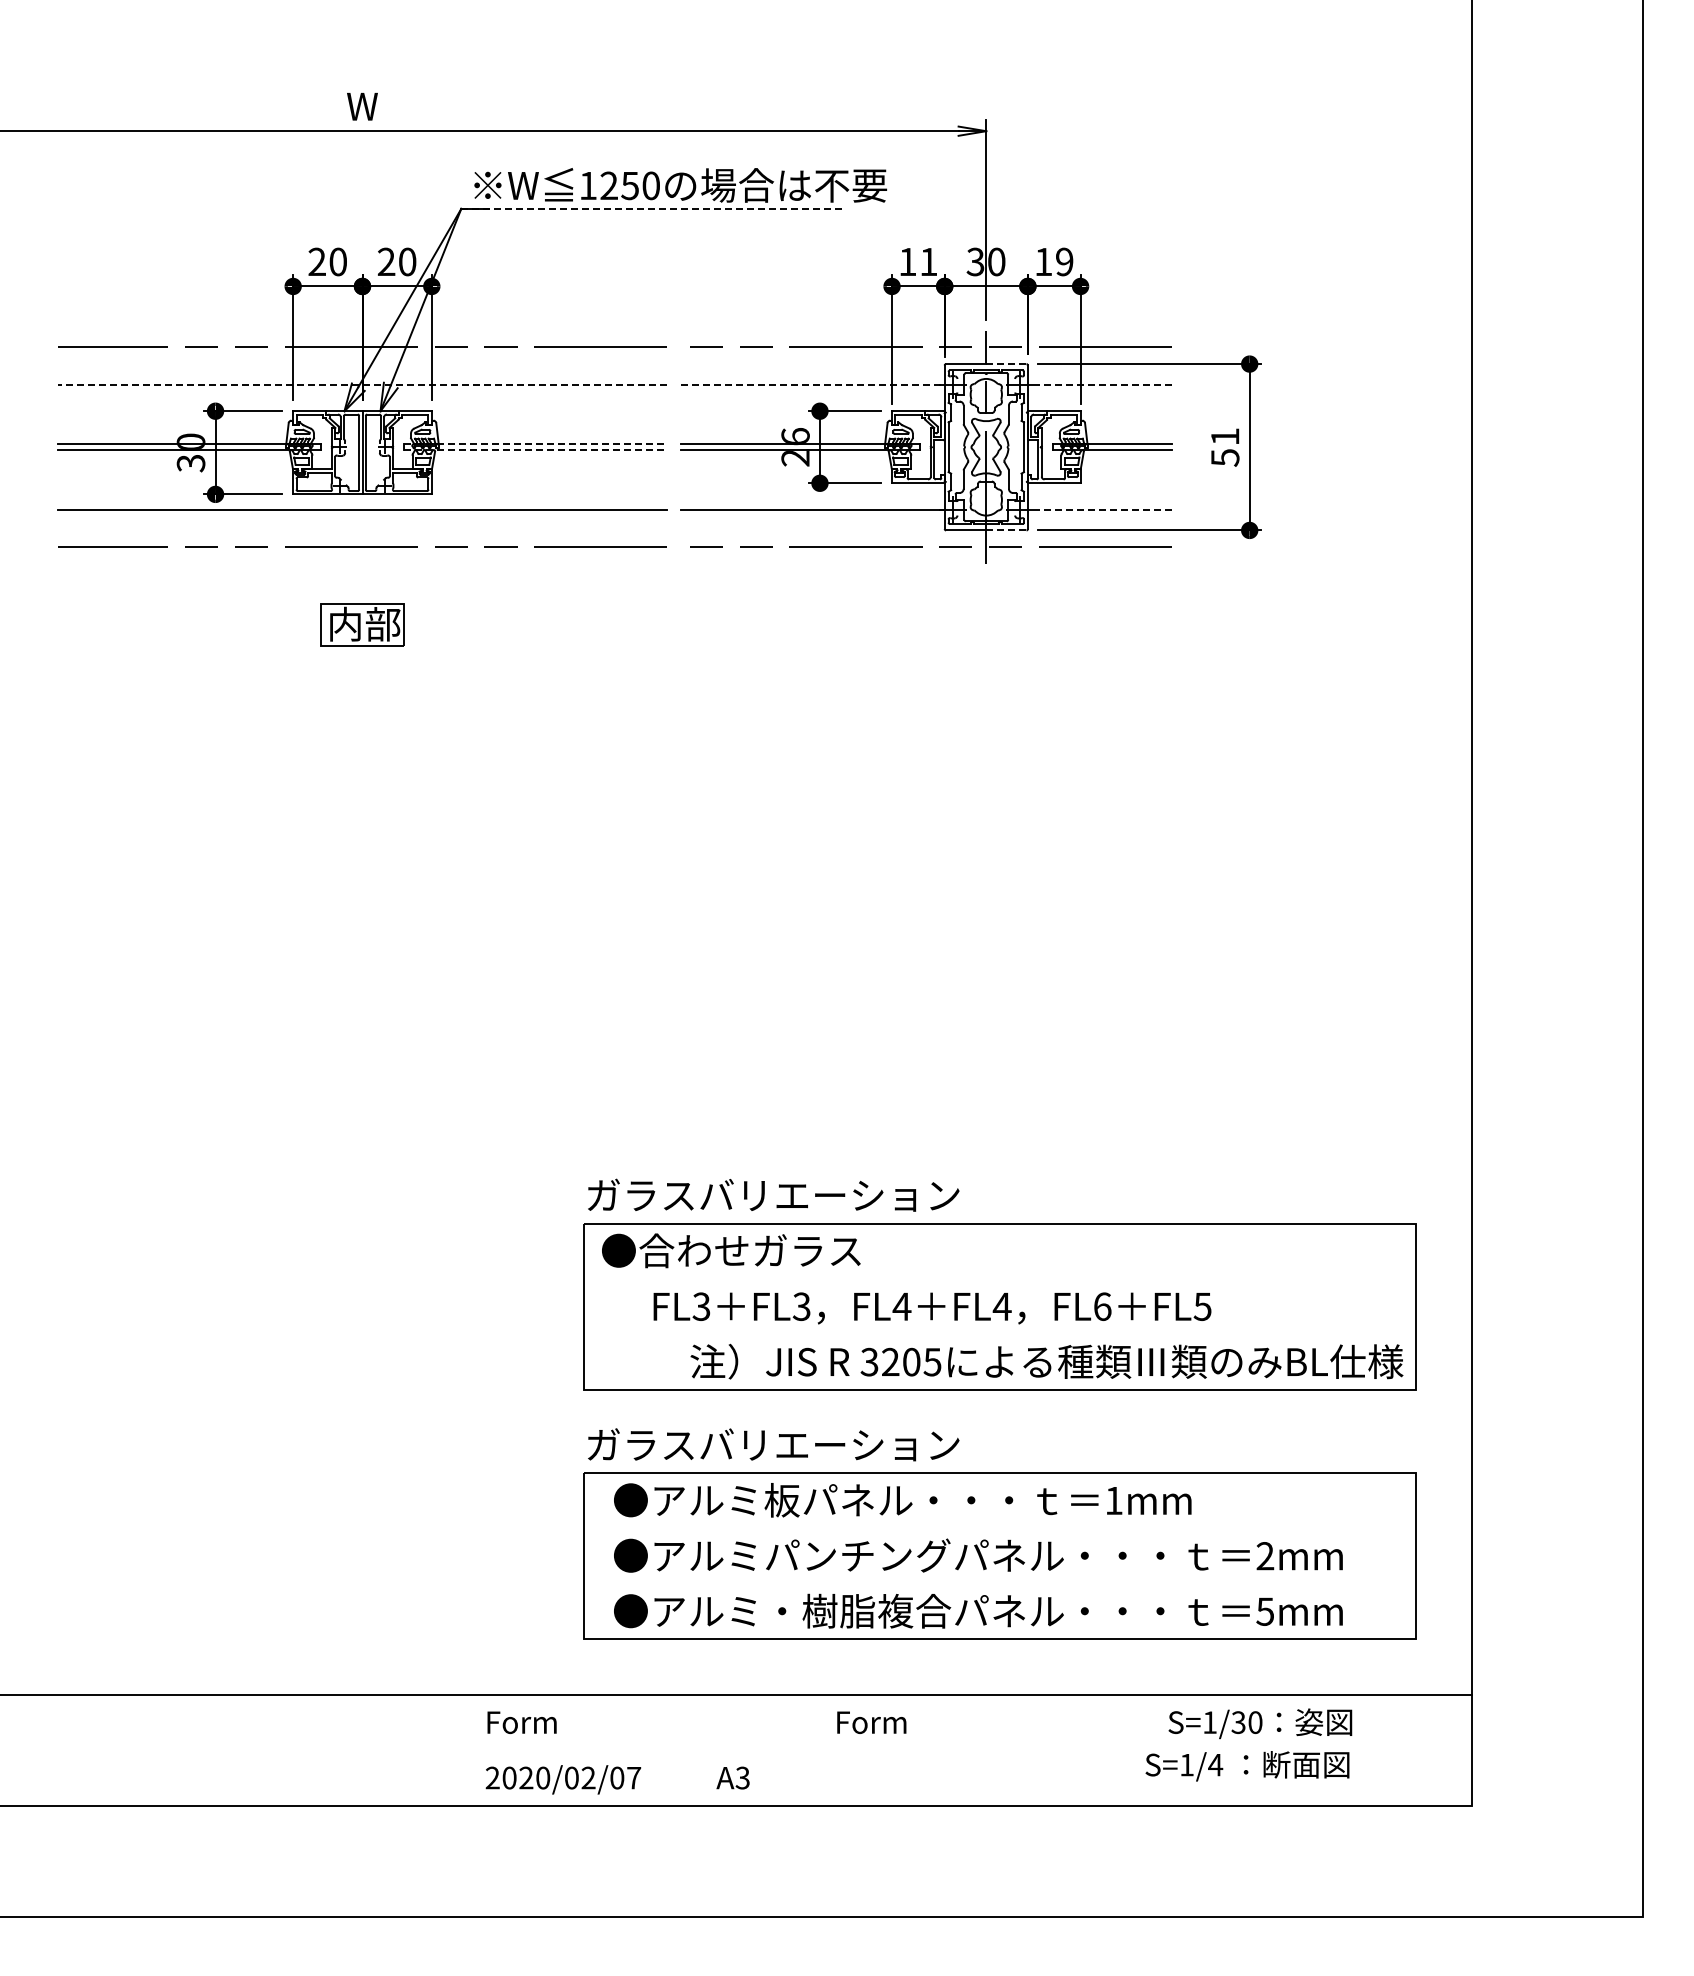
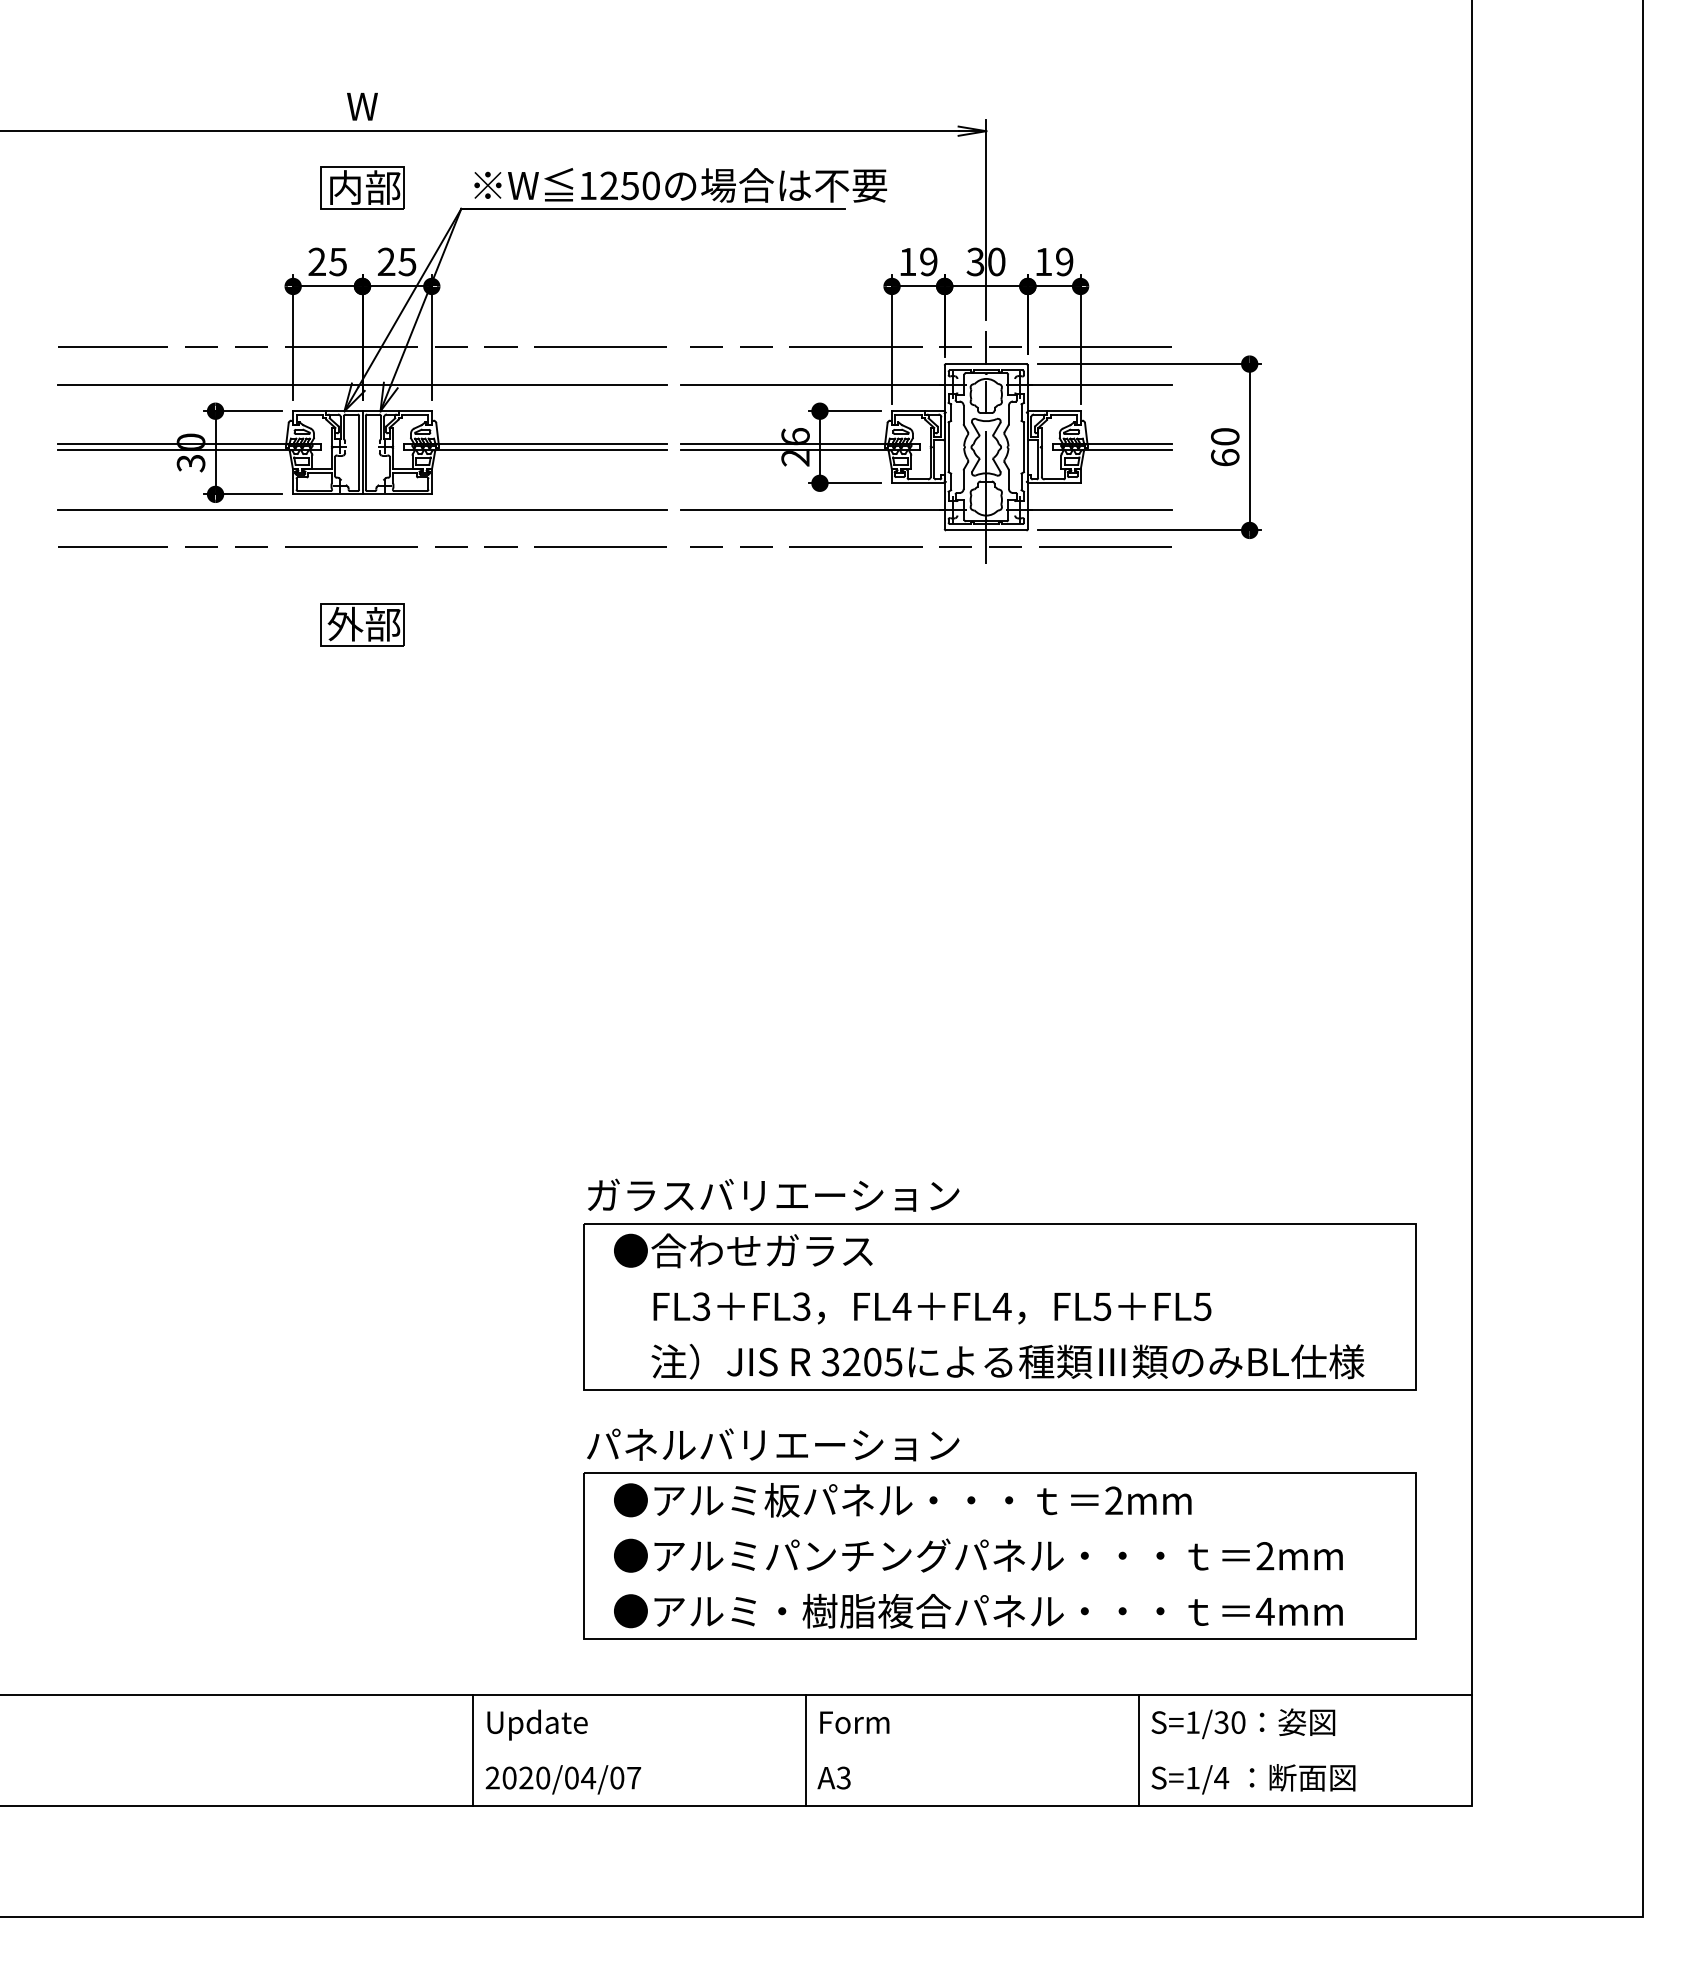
part at (362, 187): none -> present
line at (653, 208): dashed -> solid
text at (337, 261): 20 -> 25
text at (407, 261): 20 -> 25
text at (928, 261): 11 -> 19
line at (1006, 364): dashed -> solid
line at (362, 384): dashed -> solid
line at (813, 384): dashed -> solid
line at (1099, 384): dashed -> solid
line at (535, 444): dashed -> solid
text at (1225, 447): 51 -> 60
line at (535, 450): dashed -> solid
line at (1099, 509): dashed -> solid
line at (1006, 530): dashed -> solid
text at (345, 623): 内部 -> 外部
text at (731, 1250) position: (731, 1250) -> (743, 1250)
text at (1102, 1306): FL6 -> FL5
text at (1046, 1361) position: (1046, 1361) -> (1007, 1361)
text at (641, 1444): ガラスバリエーション -> パネルバリエーション
text at (1113, 1500): 1mm -> 2mm
text at (1264, 1611): 5mm -> 4mm
text at (871, 1722) position: (871, 1722) -> (854, 1722)
text at (1260, 1723) position: (1260, 1723) -> (1243, 1723)
text at (537, 1724): Form -> Update
line at (473, 1749): none -> present
line at (806, 1749): none -> present
line at (1138, 1749): none -> present
text at (1247, 1766) position: (1247, 1766) -> (1253, 1779)
text at (588, 1777): 2020/02/07 -> 2020/04/07
text at (732, 1777) position: (732, 1777) -> (833, 1777)
